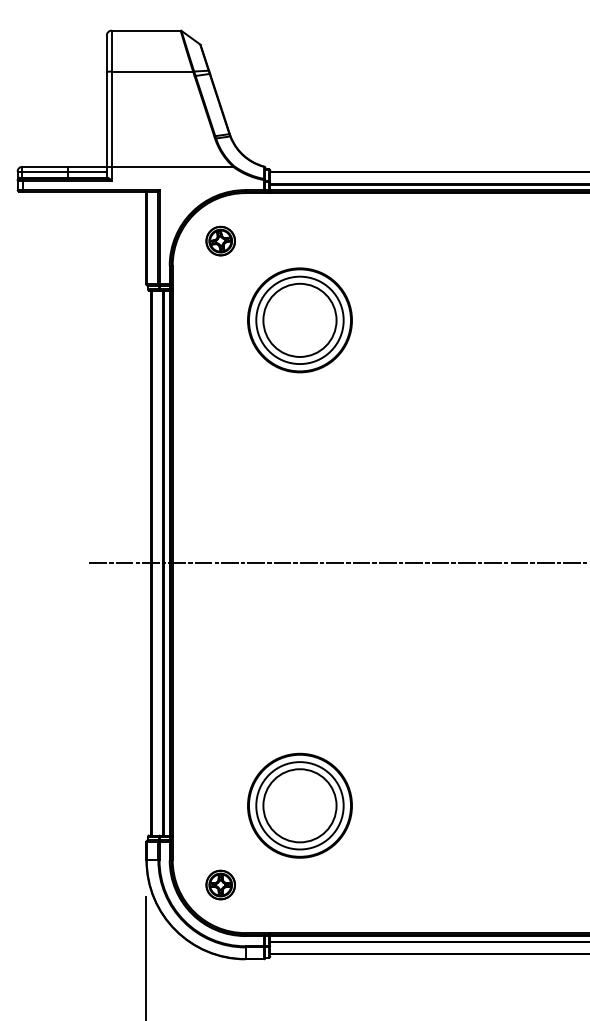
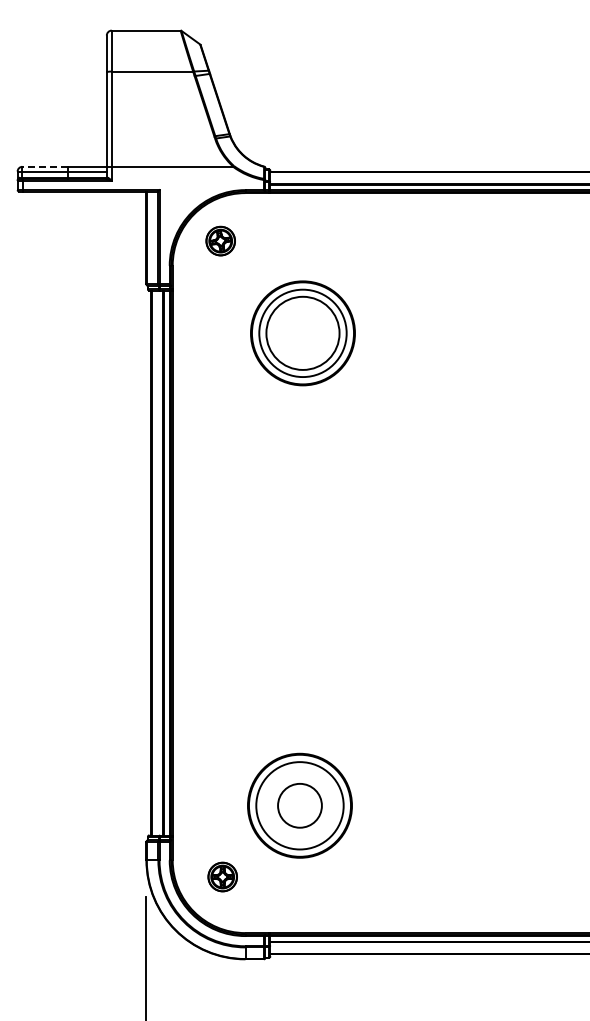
line at (44, 166): solid -> dashed
part at (299, 320) position: (299, 320) -> (302, 333)
line at (337, 563): present -> none
circle at (299, 805) diameter: 73 px -> 44 px
part at (220, 884) position: (220, 884) -> (222, 876)
